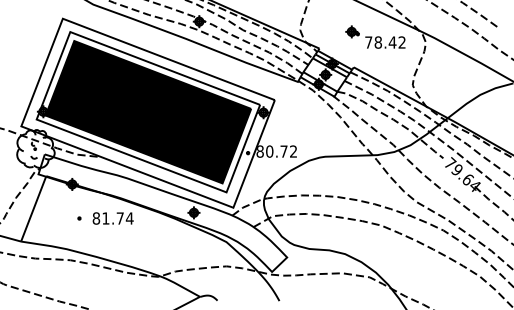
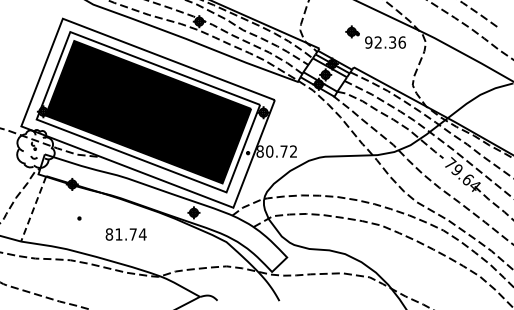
text at (385, 42): 78.42 -> 92.36
line at (33, 209): solid -> dashed
text at (112, 218) position: (112, 218) -> (125, 234)
